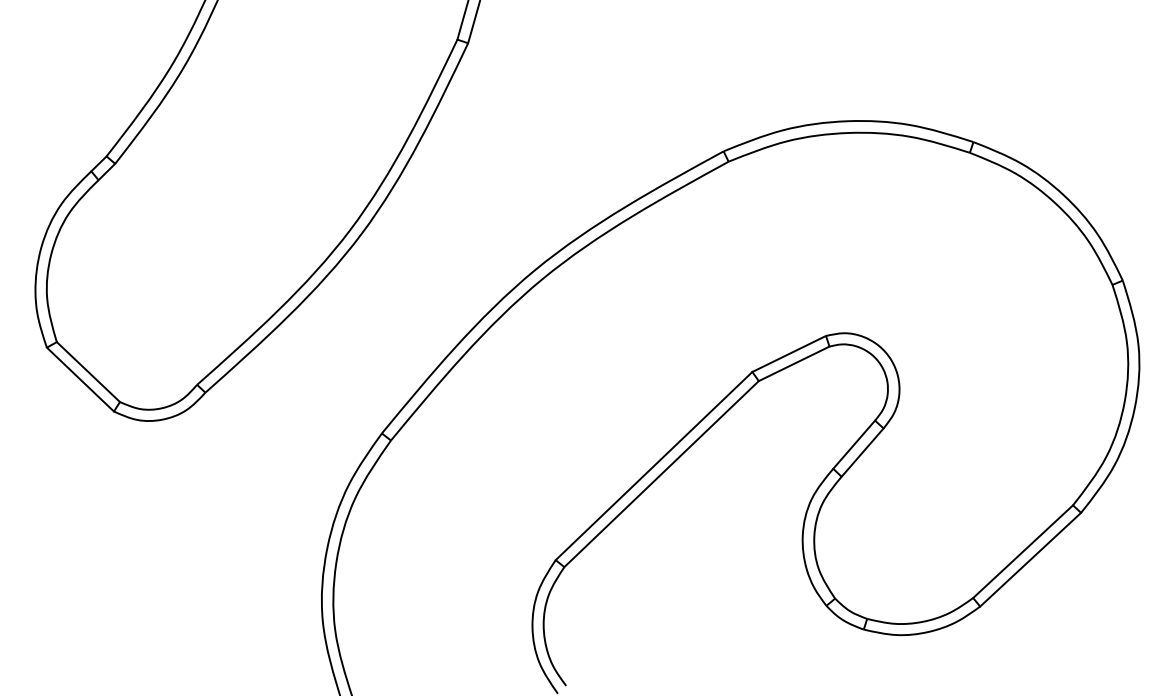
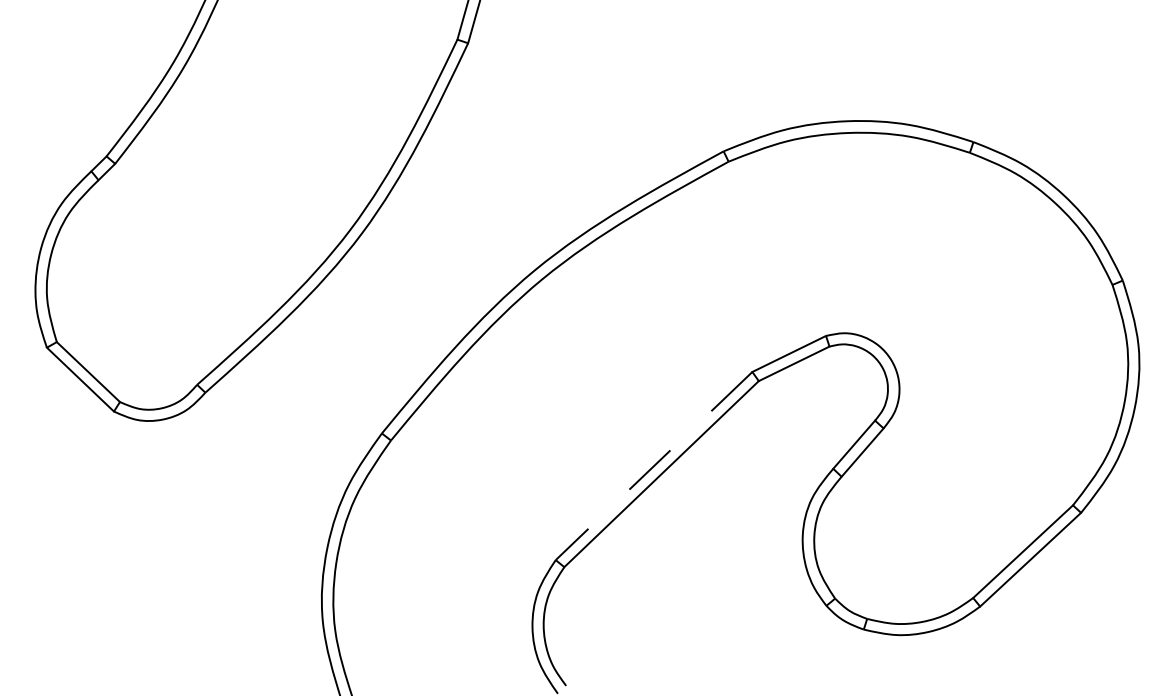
line at (653, 466): solid -> dashed
